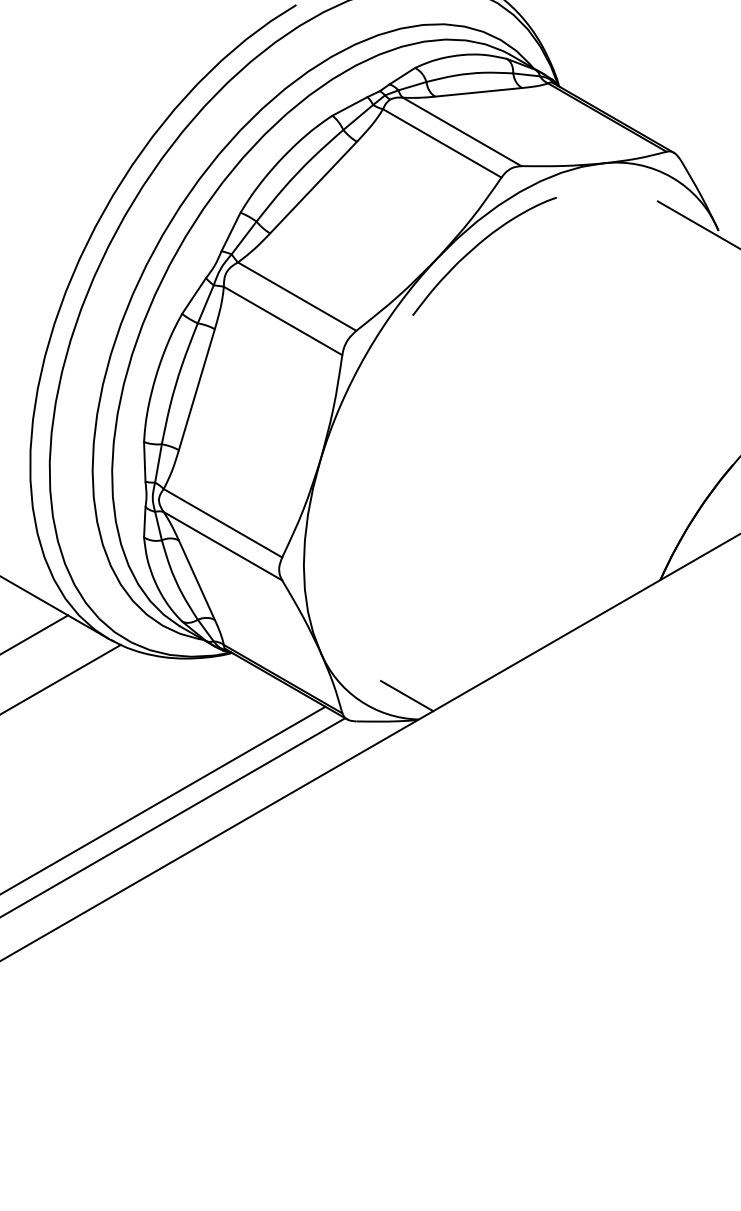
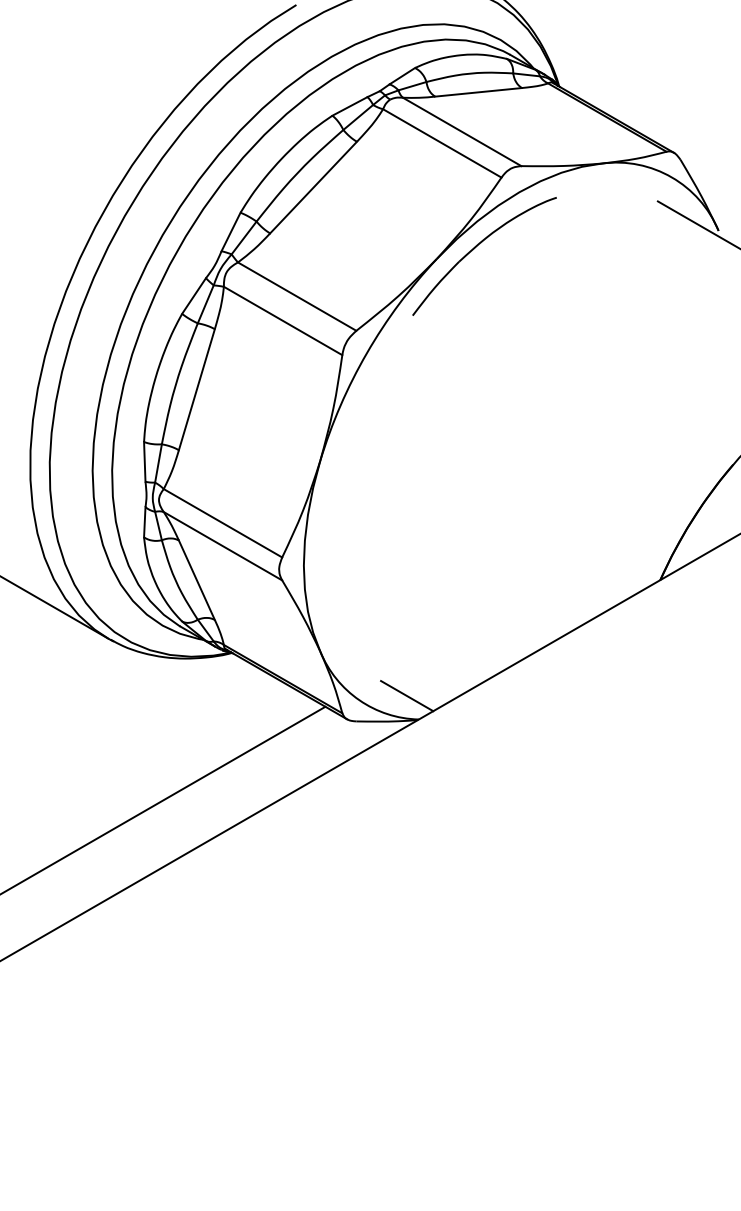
line at (35, 634): present -> none
line at (61, 678): present -> none
line at (173, 817): present -> none
